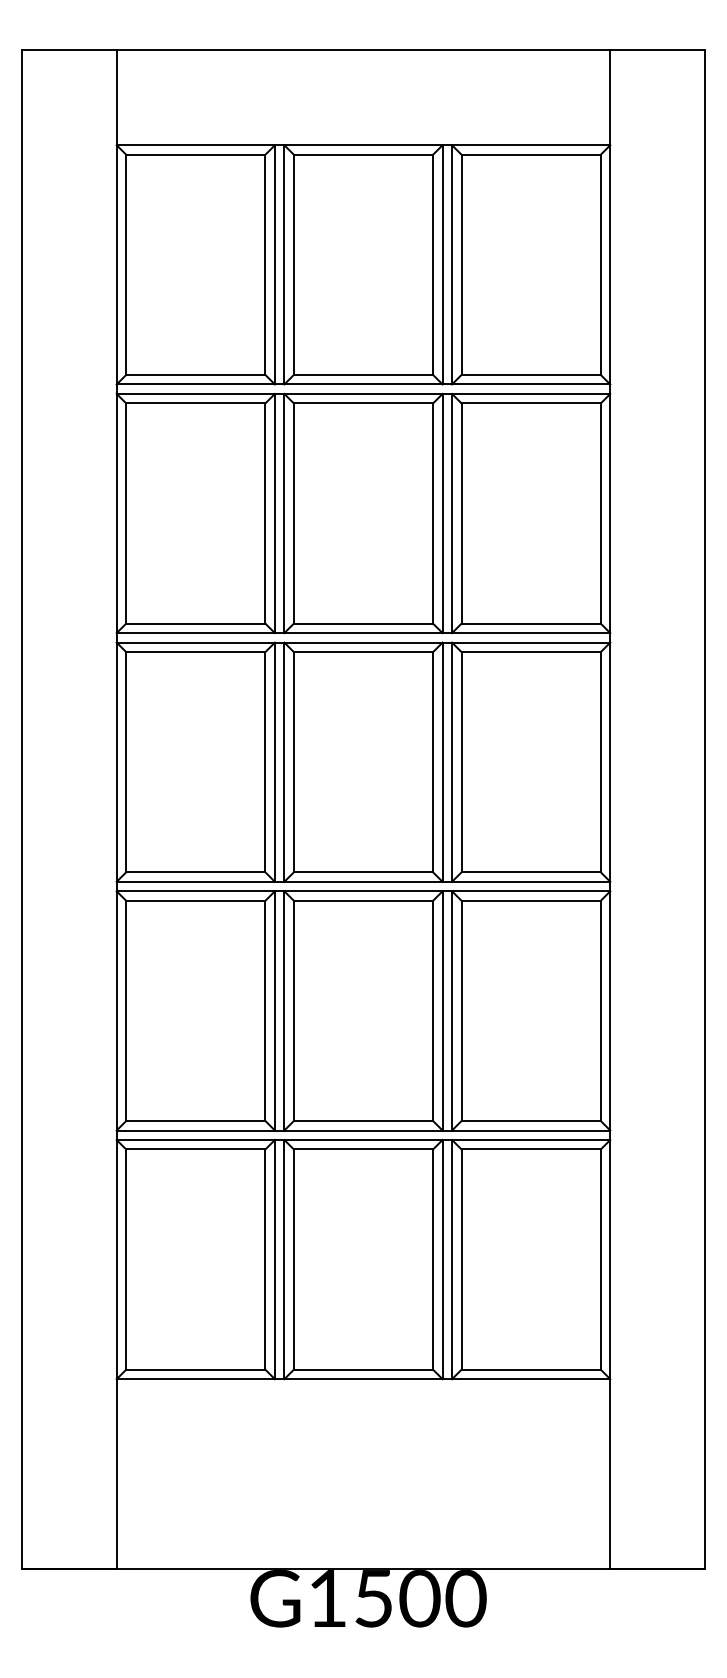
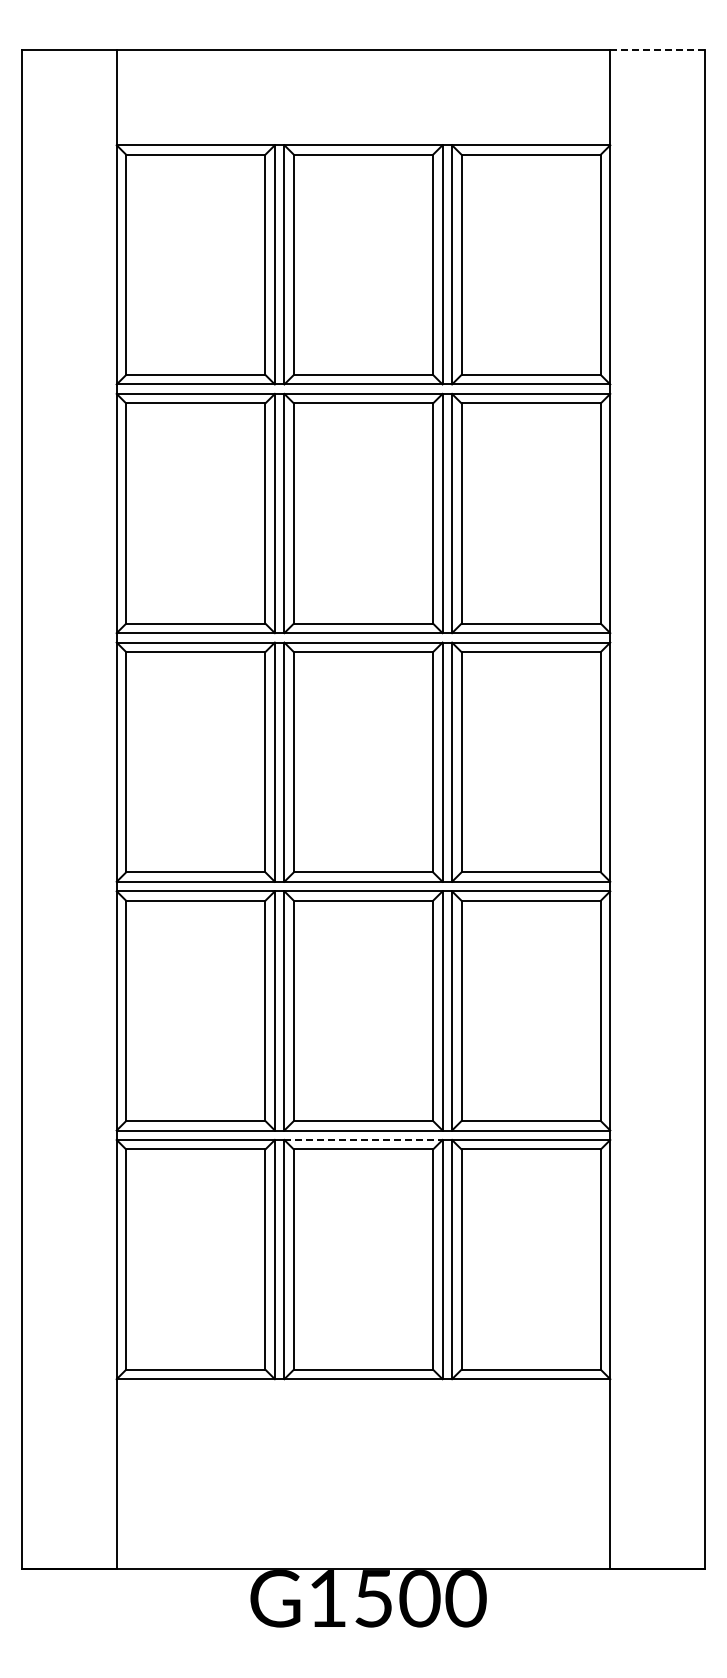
line at (658, 50): solid -> dashed
line at (363, 1139): solid -> dashed
